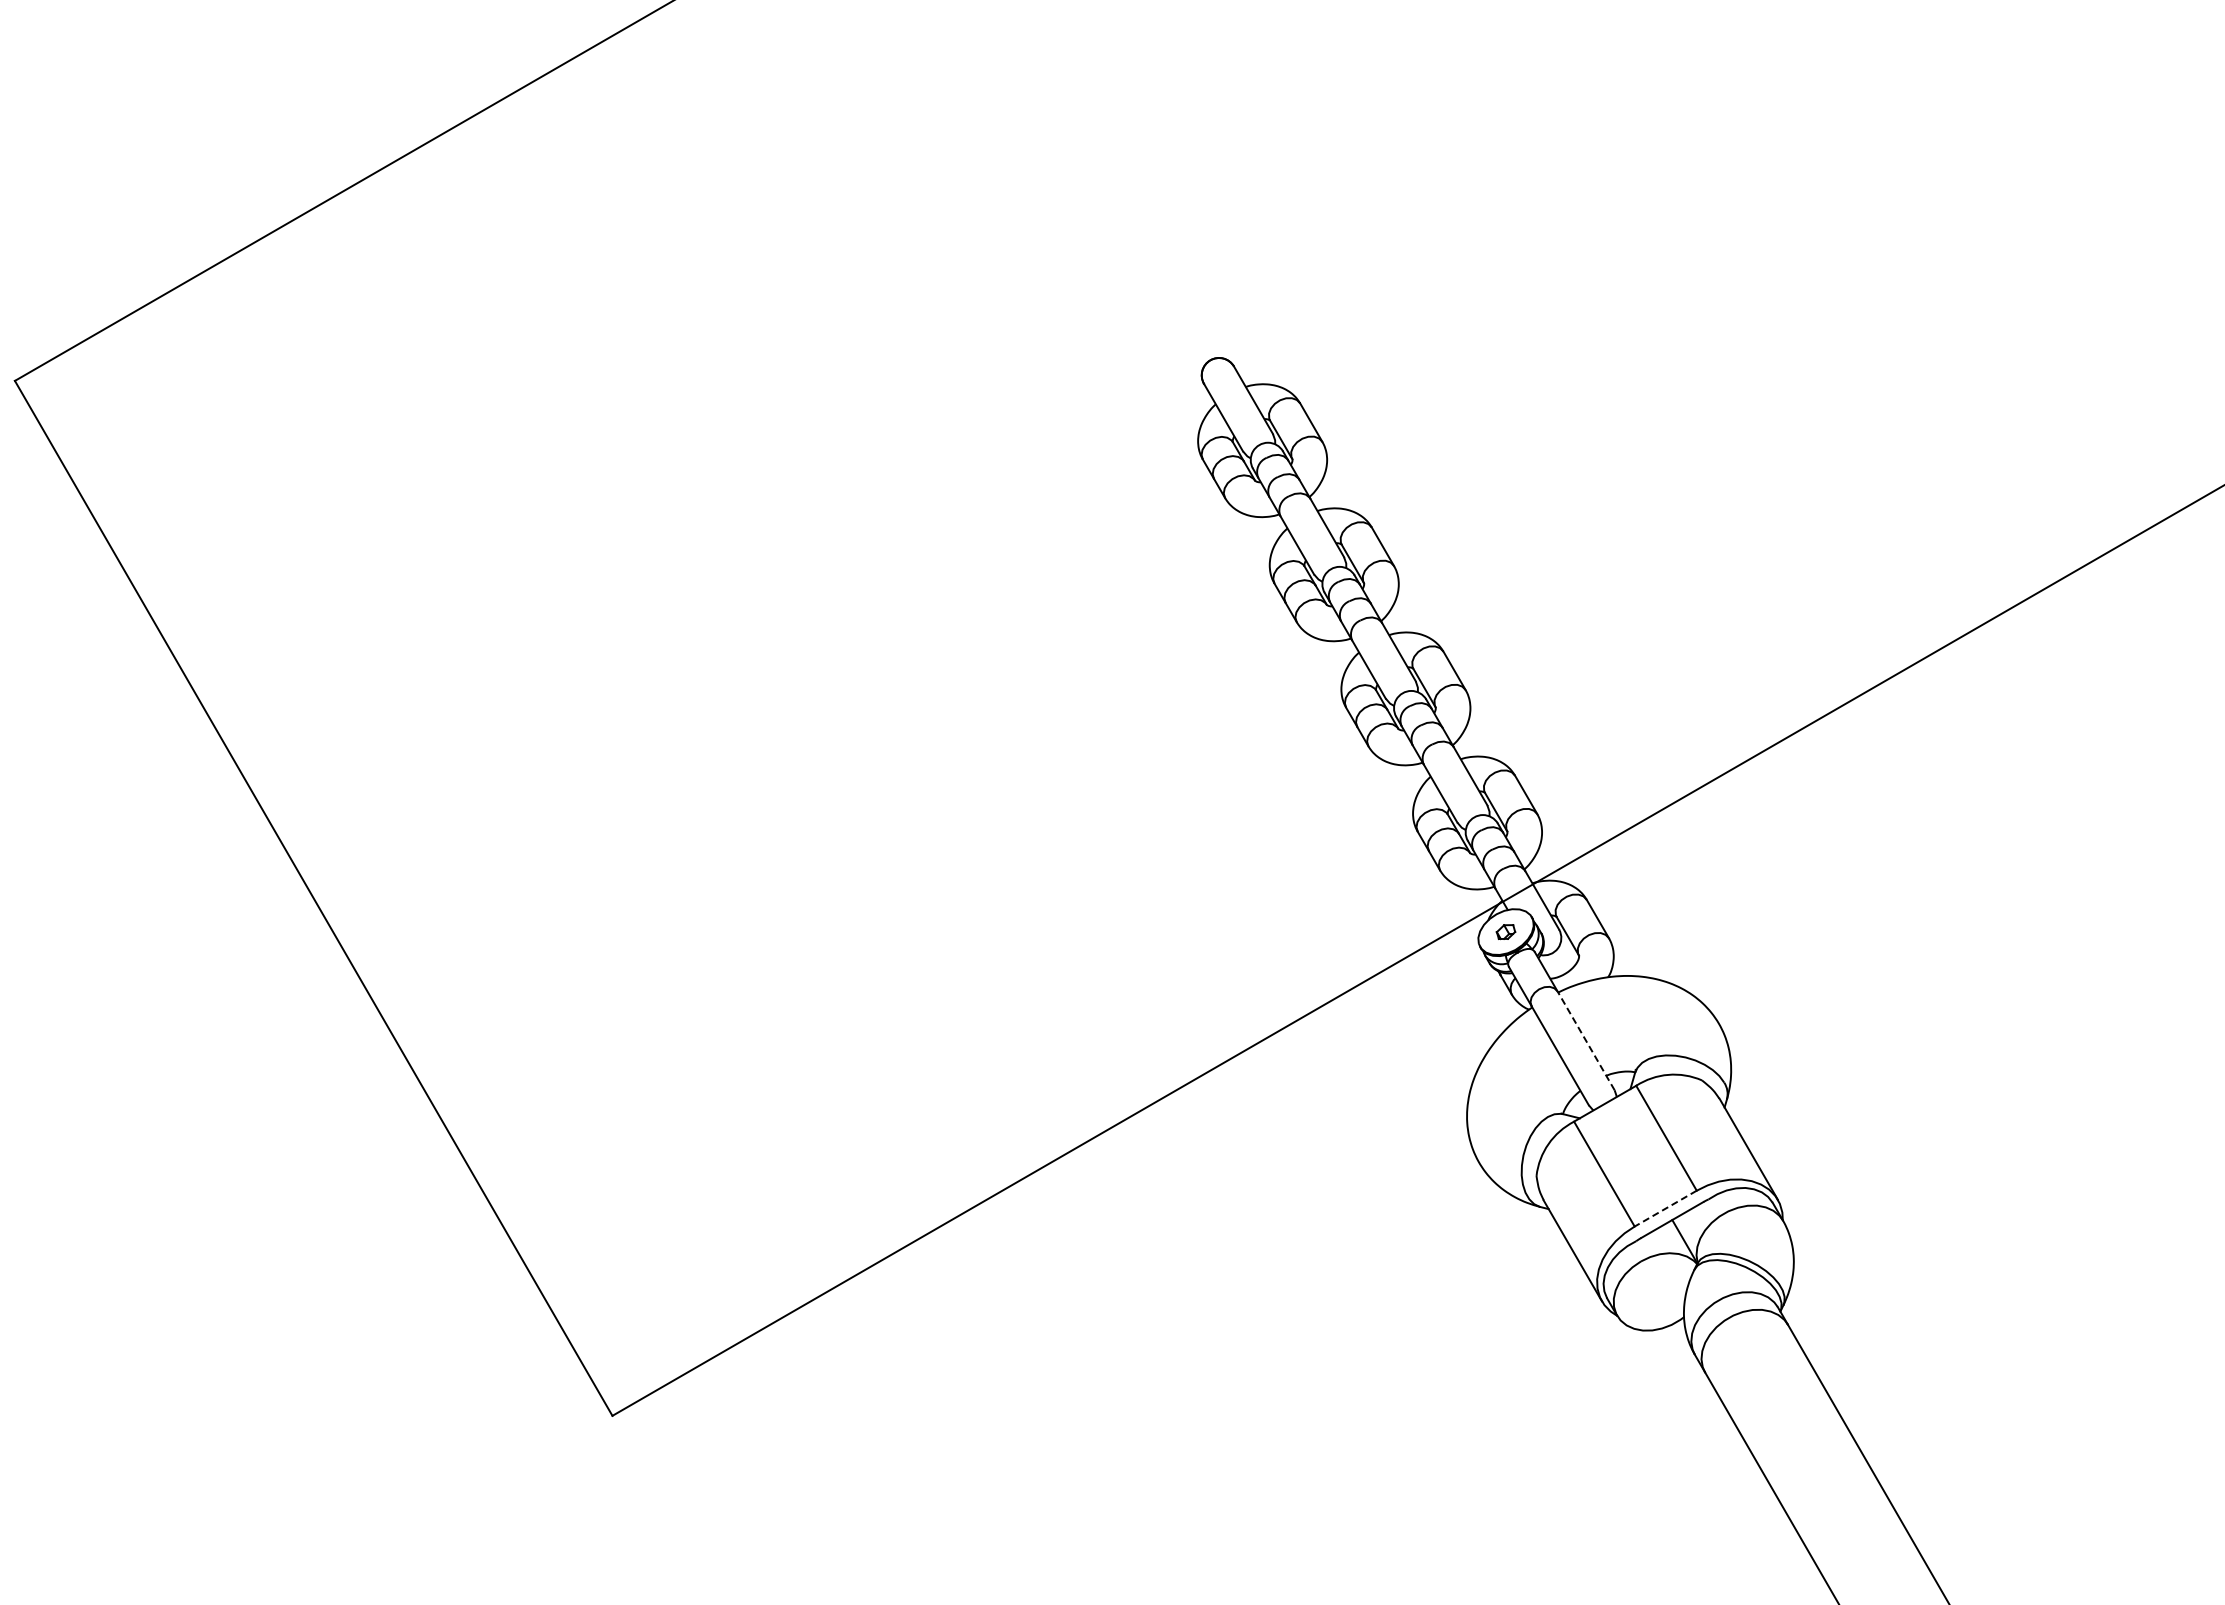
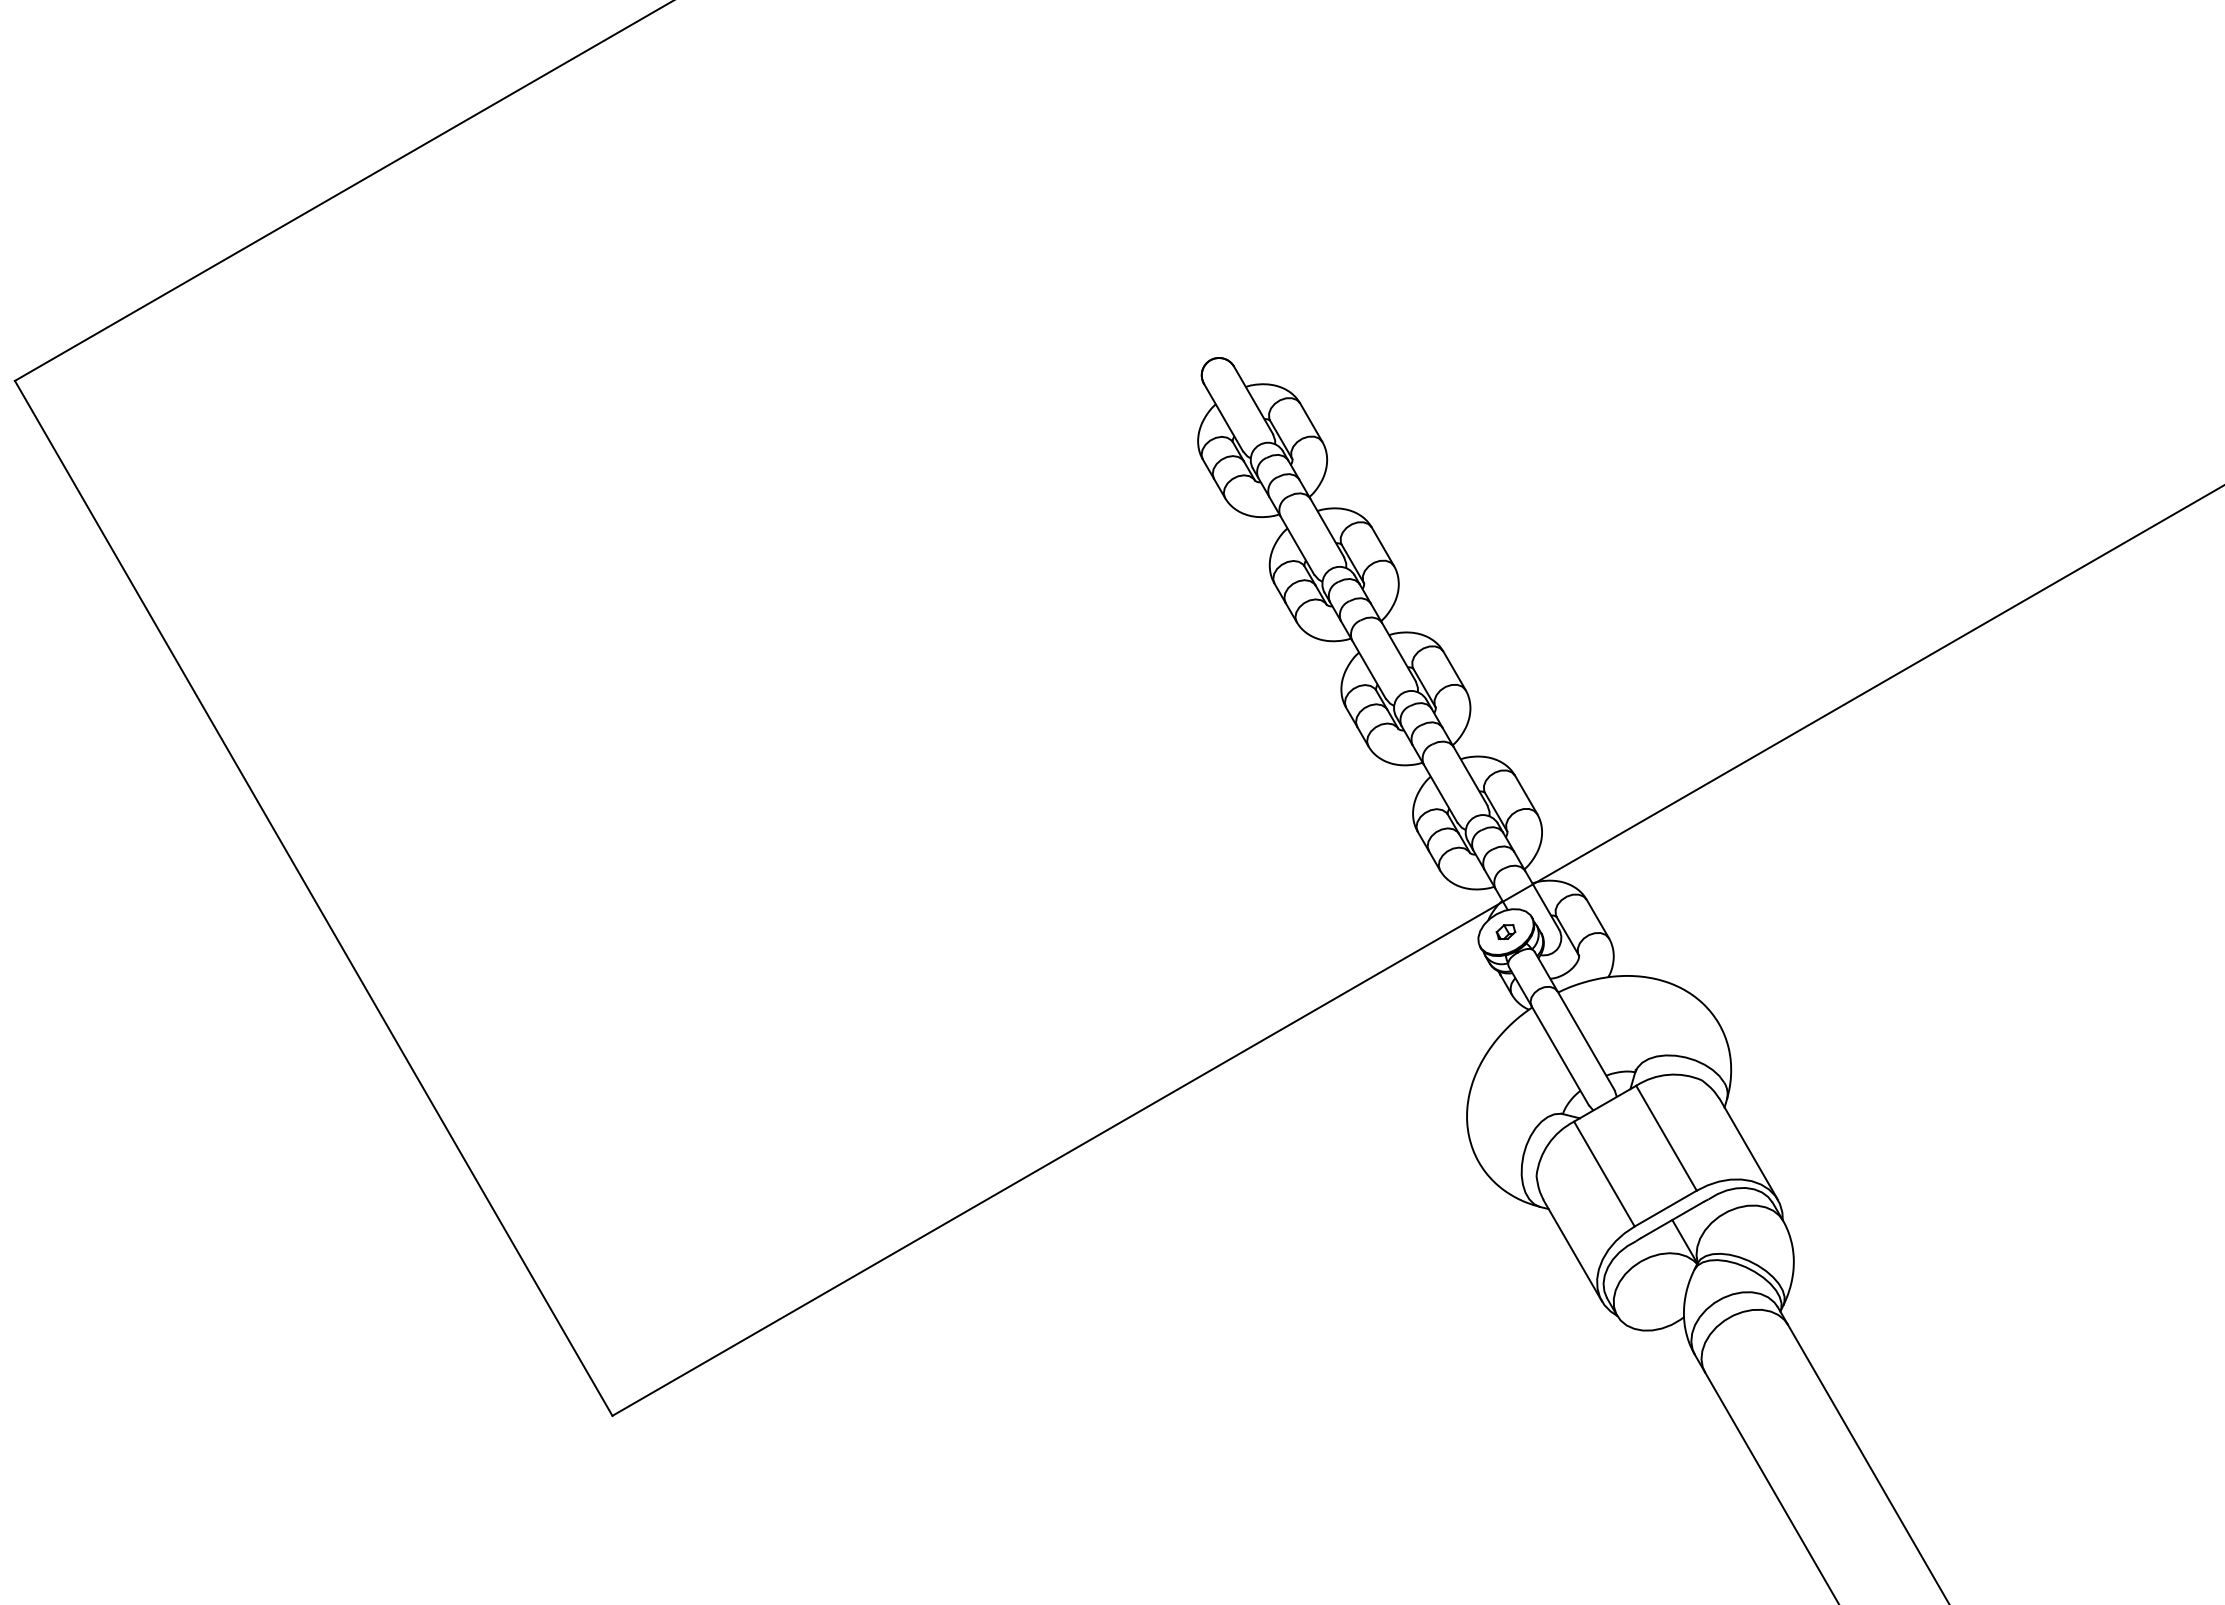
line at (1585, 1040): dashed -> solid
line at (1665, 1208): dashed -> solid
